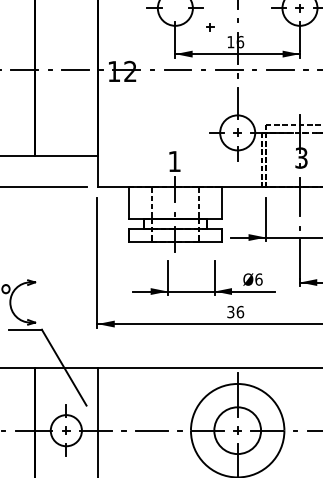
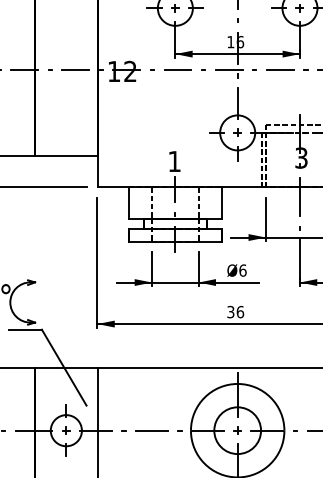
part at (210, 27) position: (210, 27) -> (175, 8)
part at (214, 277) position: (214, 277) -> (198, 268)
